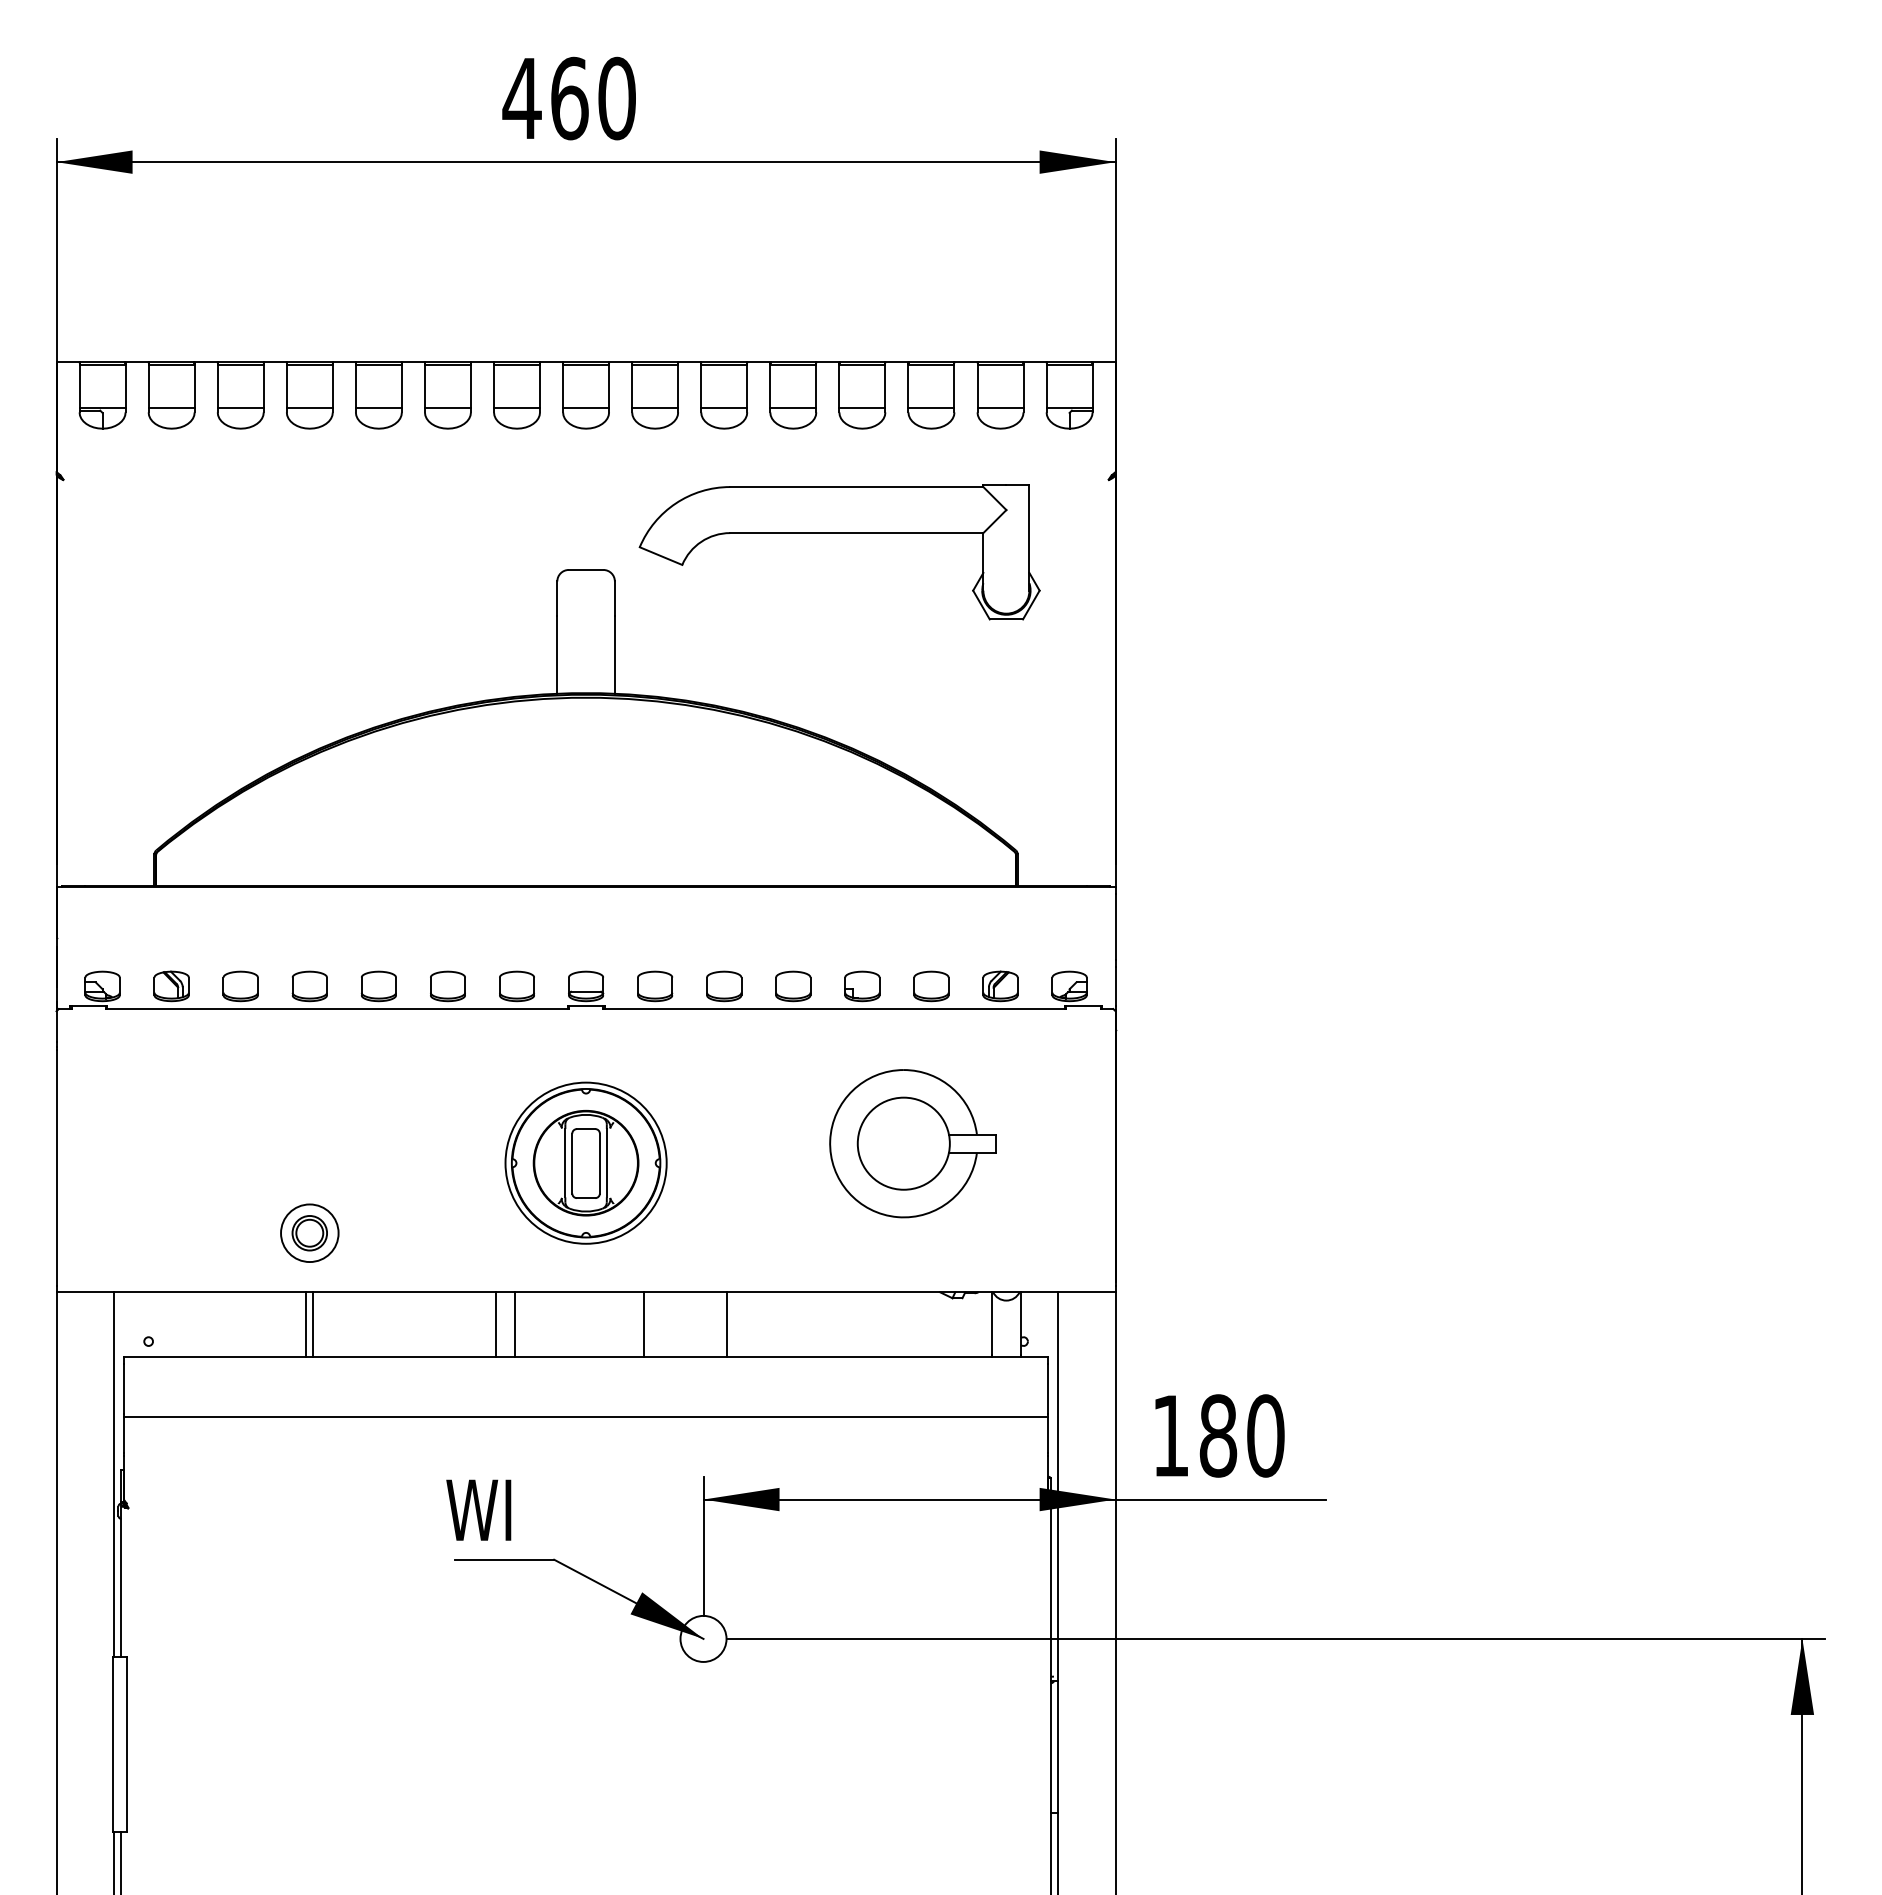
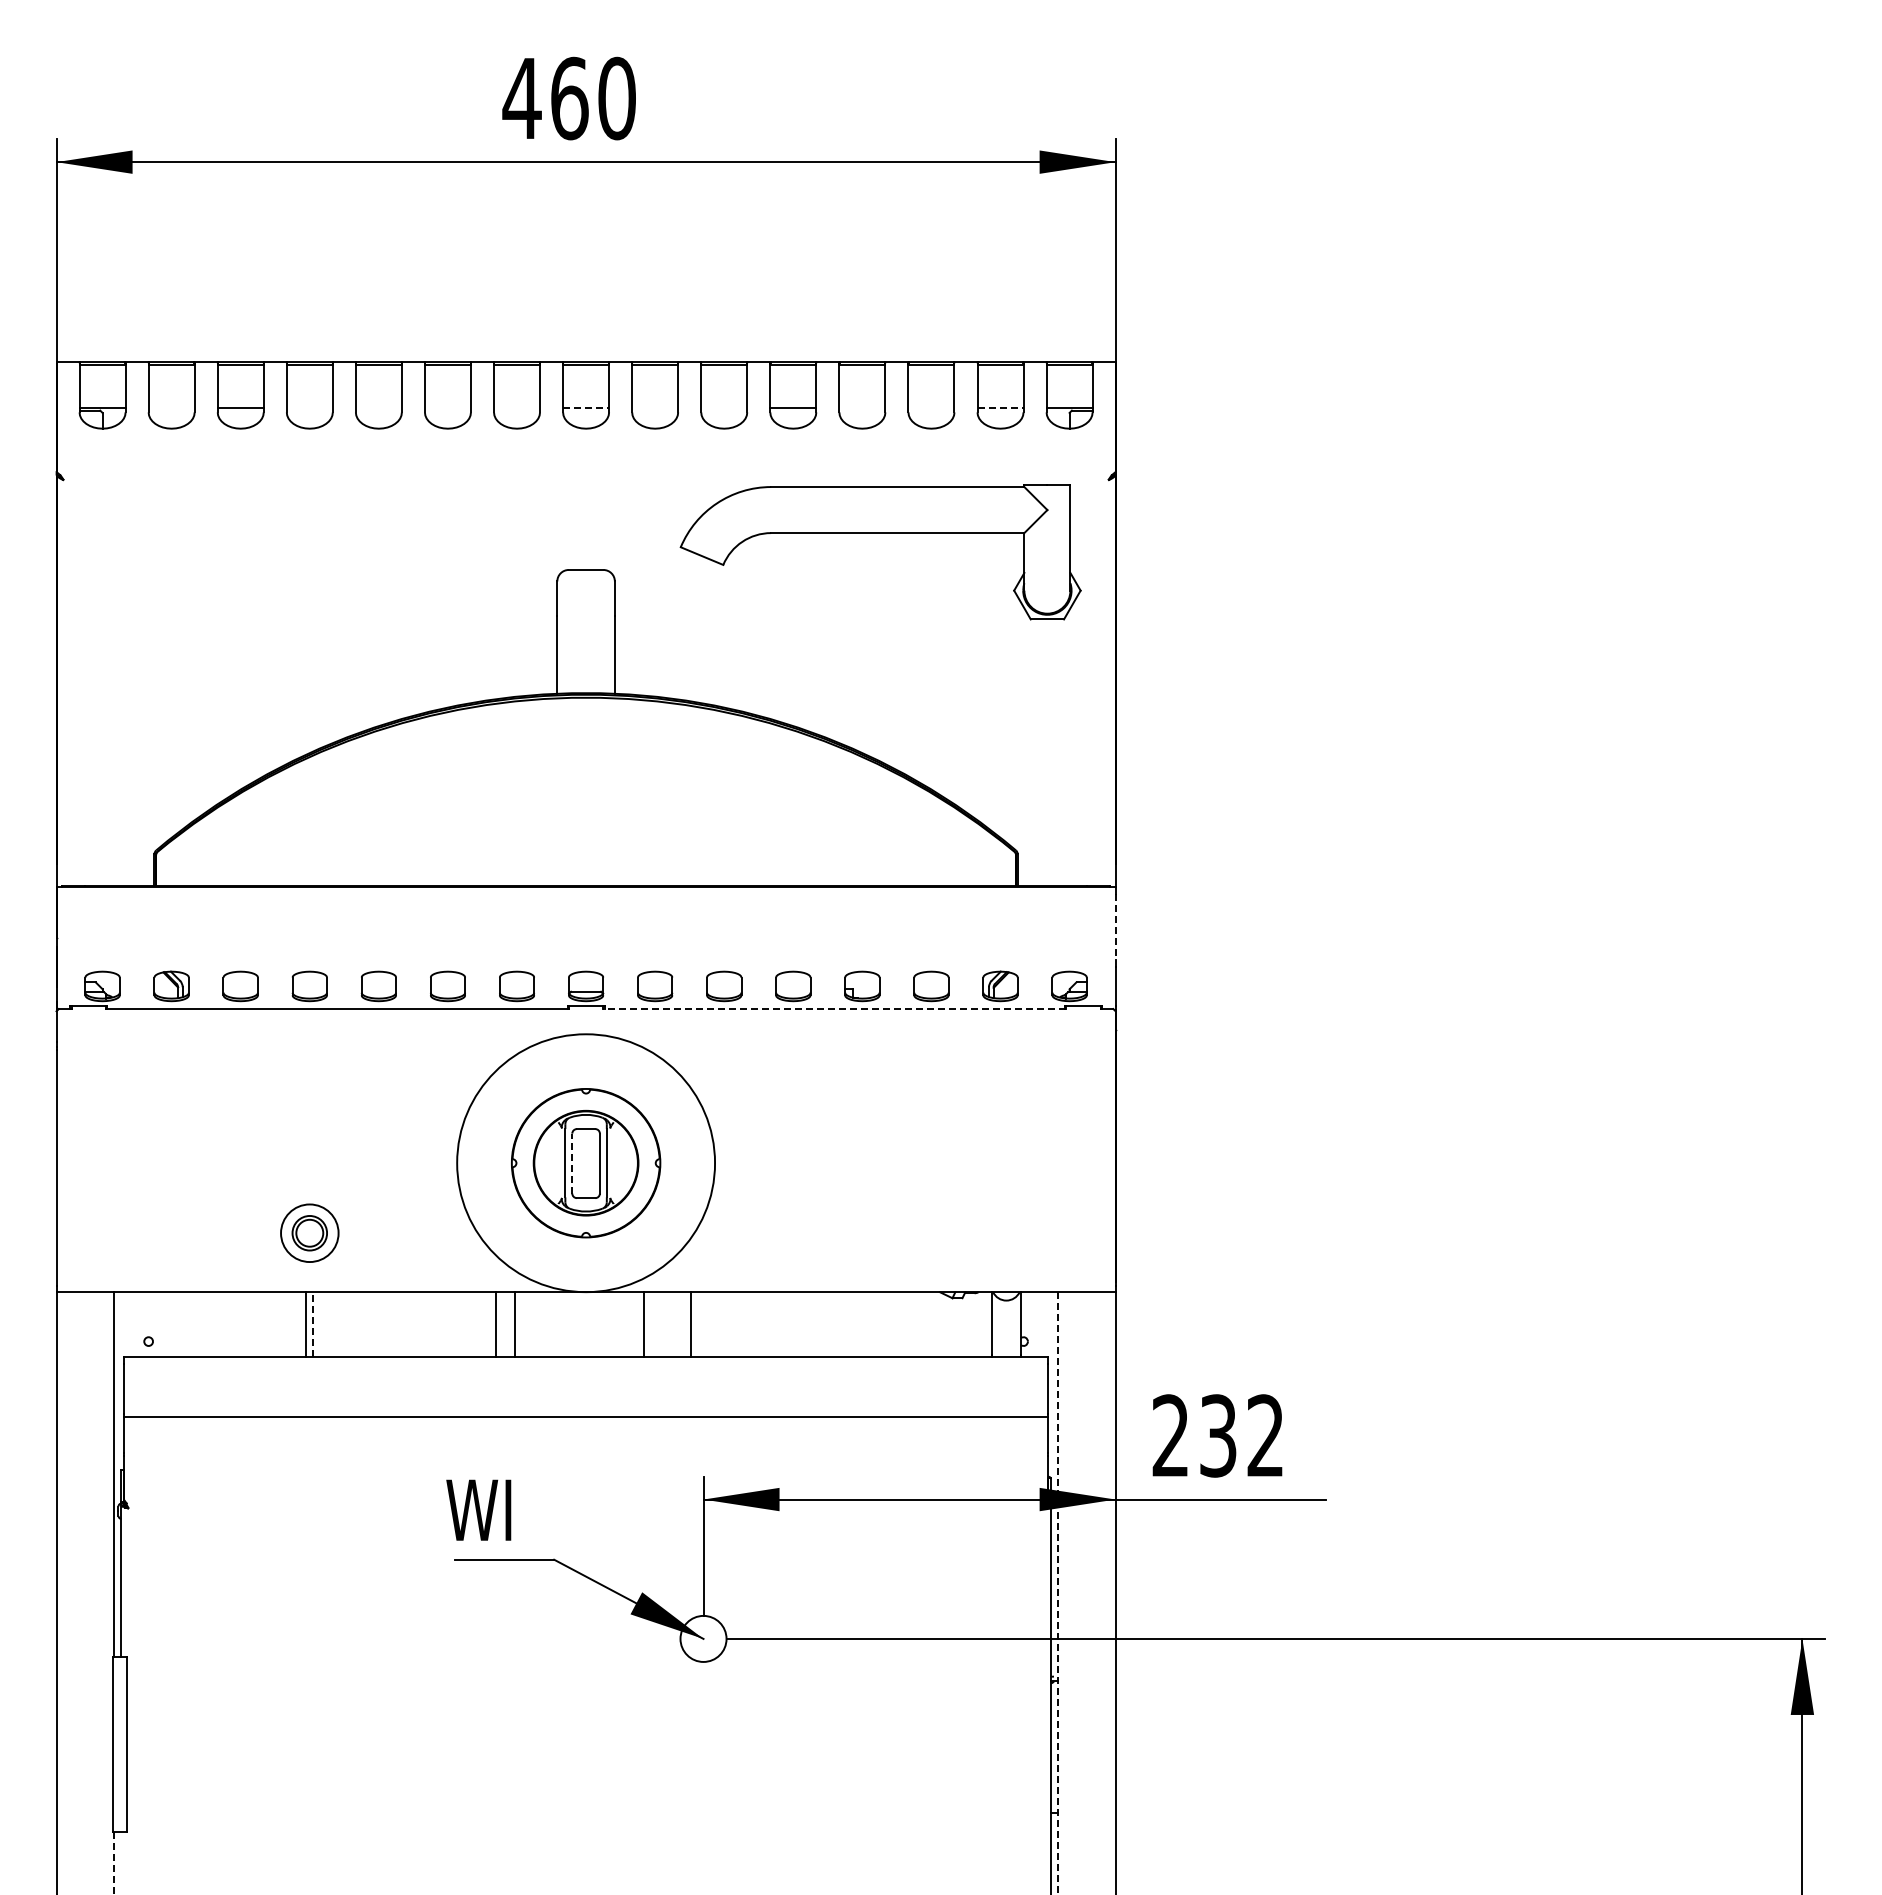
line at (171, 408): present -> none
line at (309, 408): present -> none
line at (378, 408): present -> none
line at (447, 408): present -> none
line at (517, 408): present -> none
line at (586, 408): solid -> dashed
line at (655, 408): present -> none
line at (724, 408): present -> none
line at (862, 408): present -> none
line at (931, 408): present -> none
line at (1001, 408): solid -> dashed
part at (839, 533) position: (839, 533) -> (880, 533)
line at (1115, 927): solid -> dashed
line at (834, 1009): solid -> dashed
part at (912, 1143): present -> none
circle at (585, 1162) diameter: 161 px -> 258 px
line at (572, 1163): solid -> dashed
line at (313, 1323): solid -> dashed
line at (726, 1324) position: (726, 1324) -> (690, 1324)
text at (1218, 1435): 180 -> 232
line at (1058, 1594): solid -> dashed
line at (121, 1861): present -> none
line at (114, 1863): solid -> dashed
